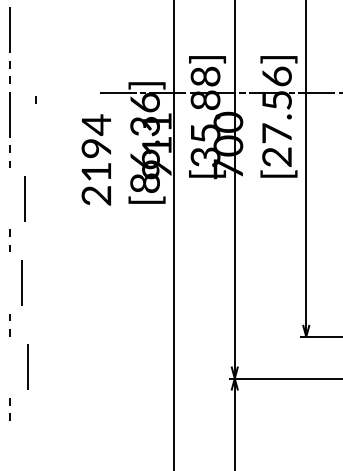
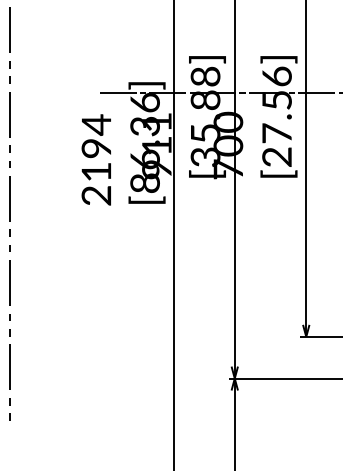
curve at (35, 99): present -> none
line at (24, 198) position: (24, 198) -> (9, 198)
line at (21, 282) position: (21, 282) -> (9, 282)
line at (27, 366) position: (27, 366) -> (9, 366)
